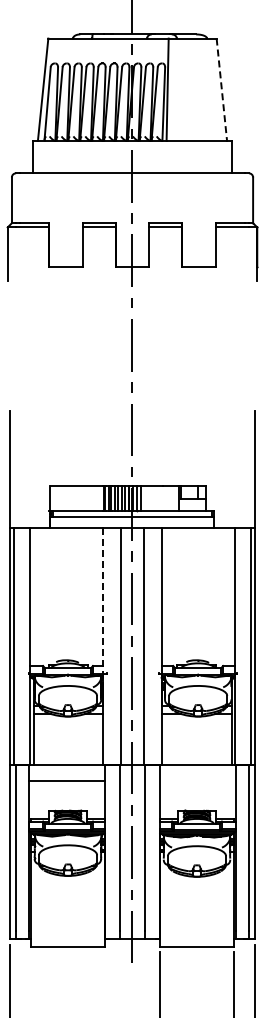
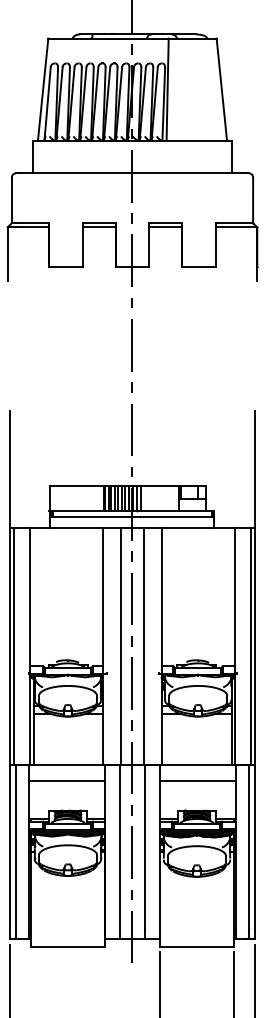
line at (221, 90): dashed -> solid
line at (103, 600): dashed -> solid
line at (198, 781): none -> present
